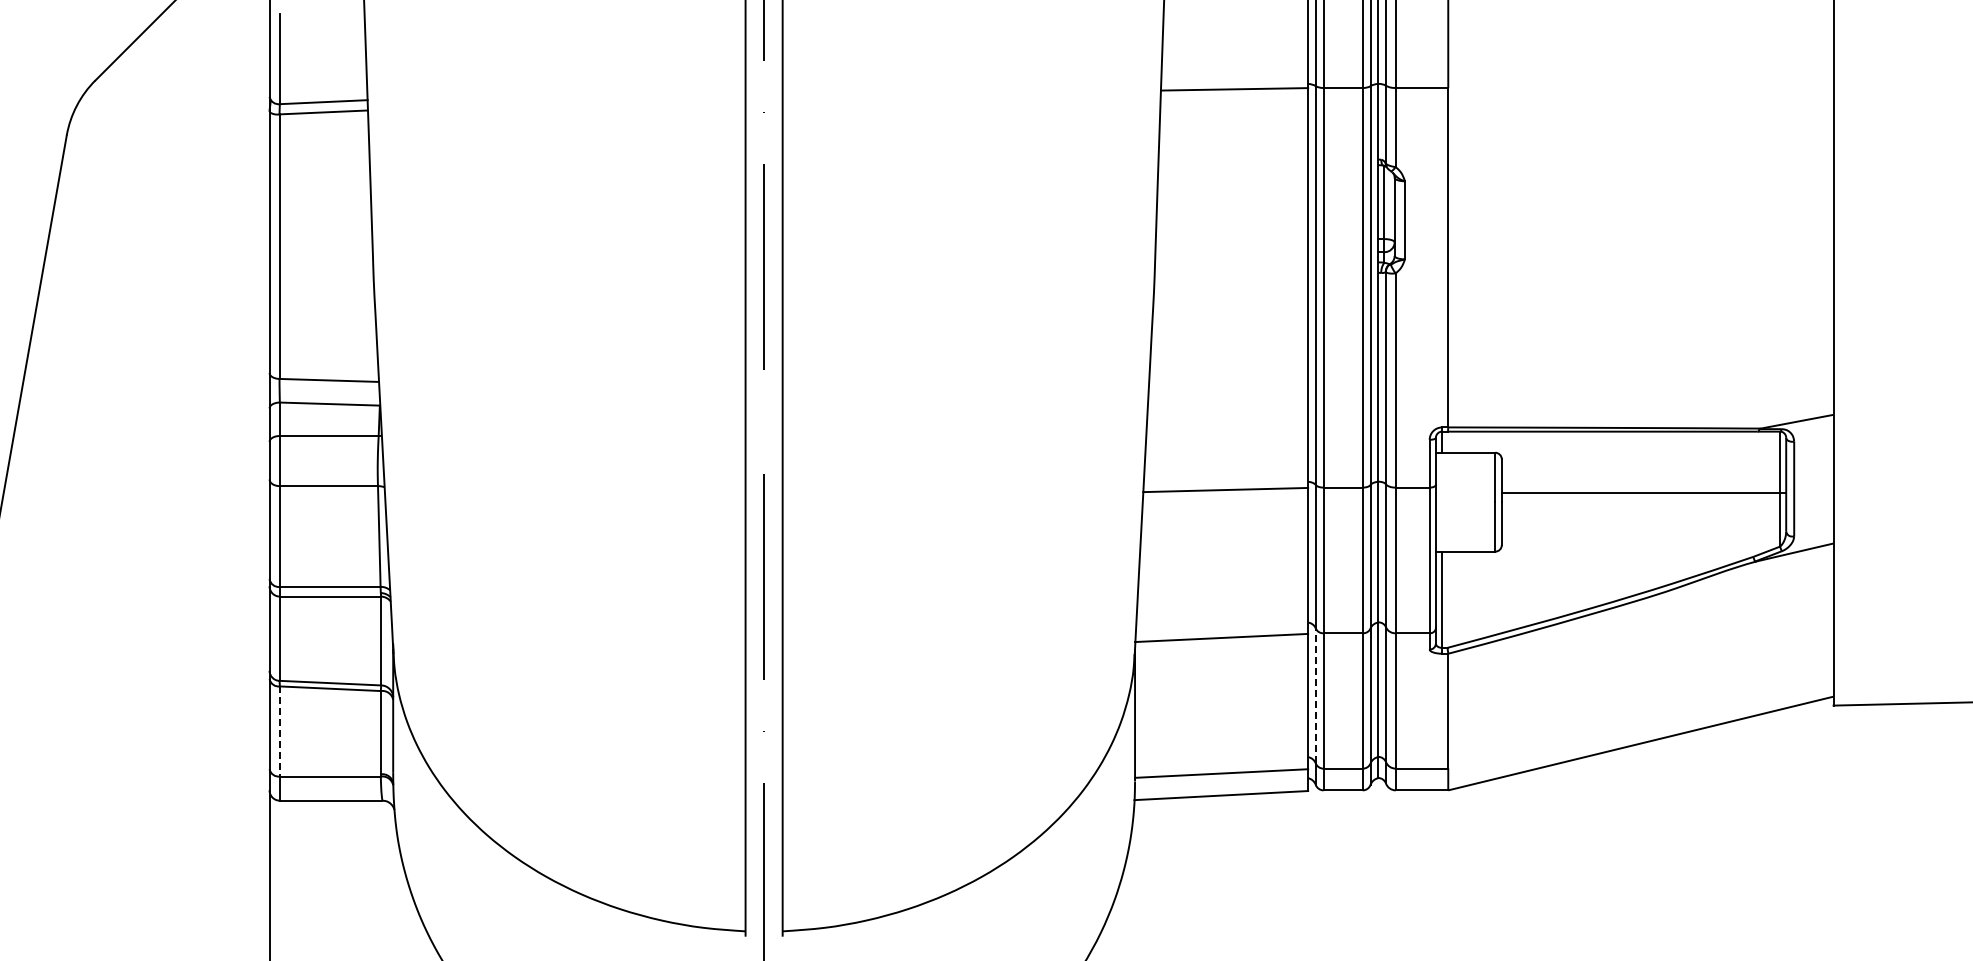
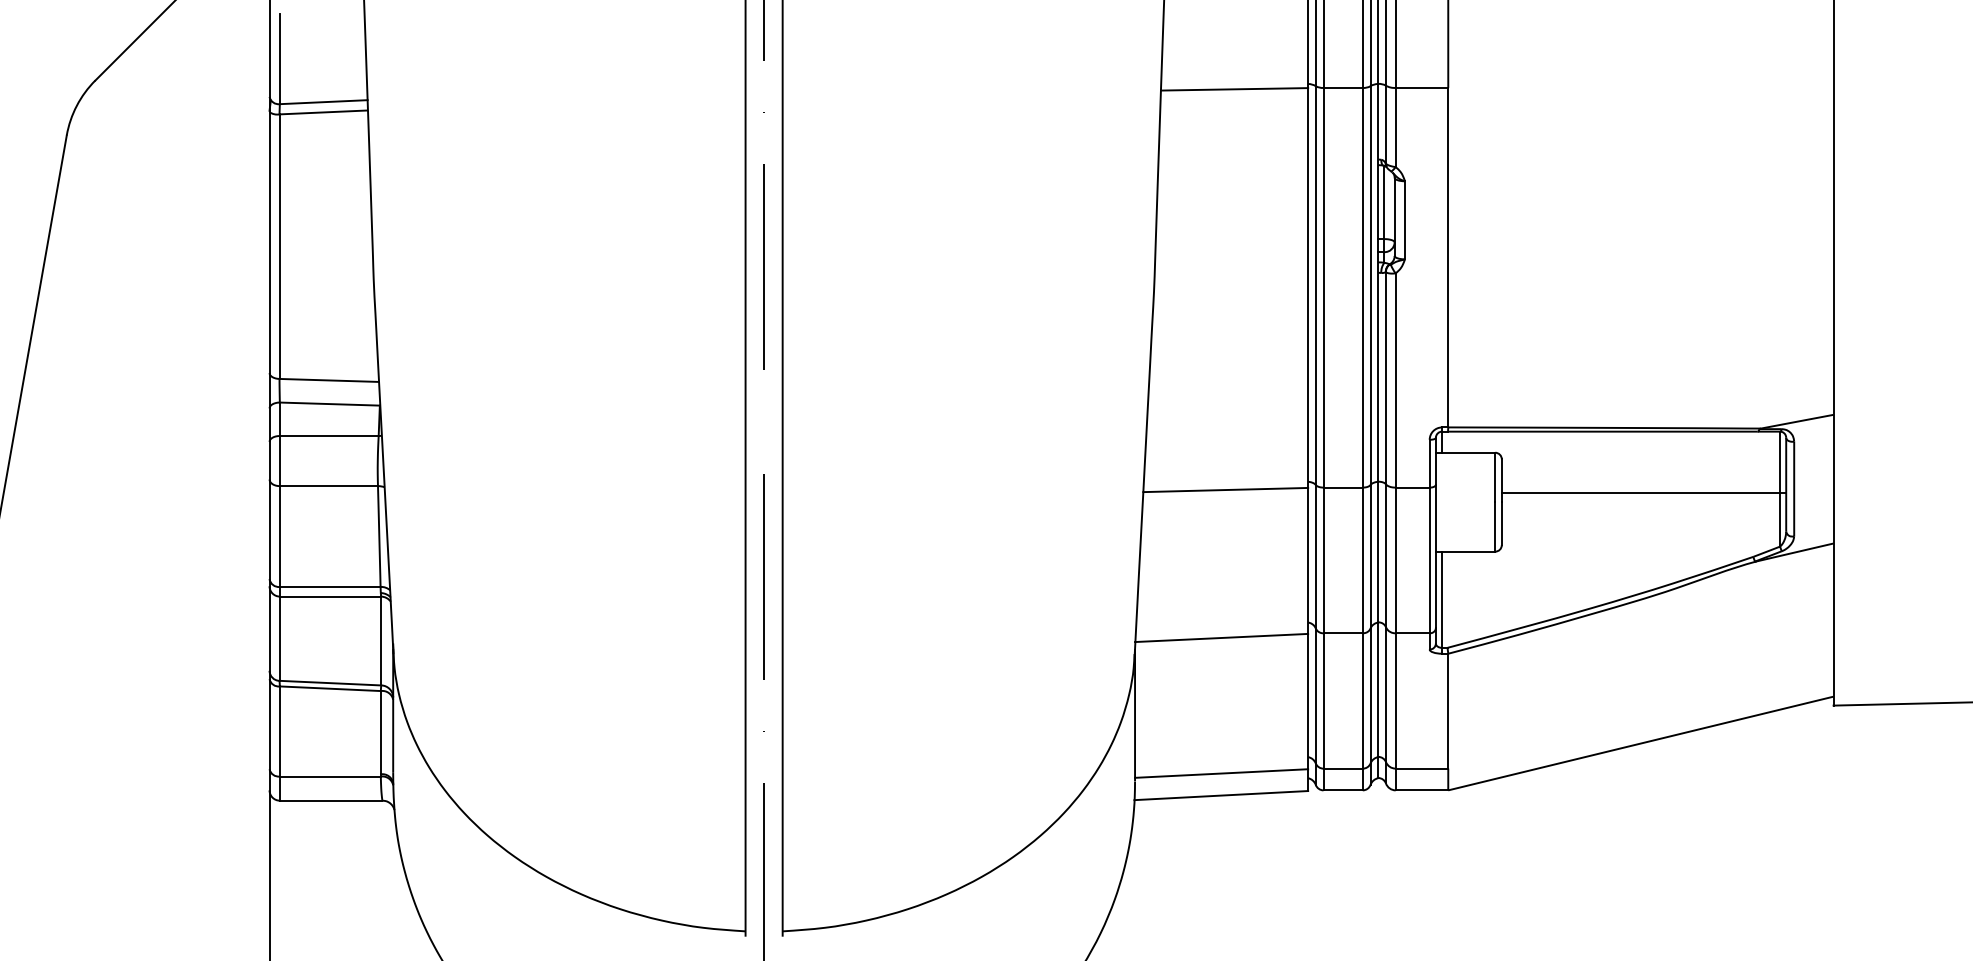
line at (1315, 695): dashed -> solid
line at (279, 731): dashed -> solid
